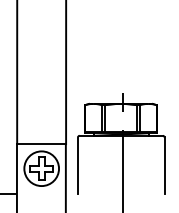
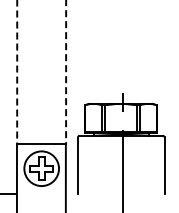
line at (17, 72): solid -> dashed
line at (66, 72): solid -> dashed
